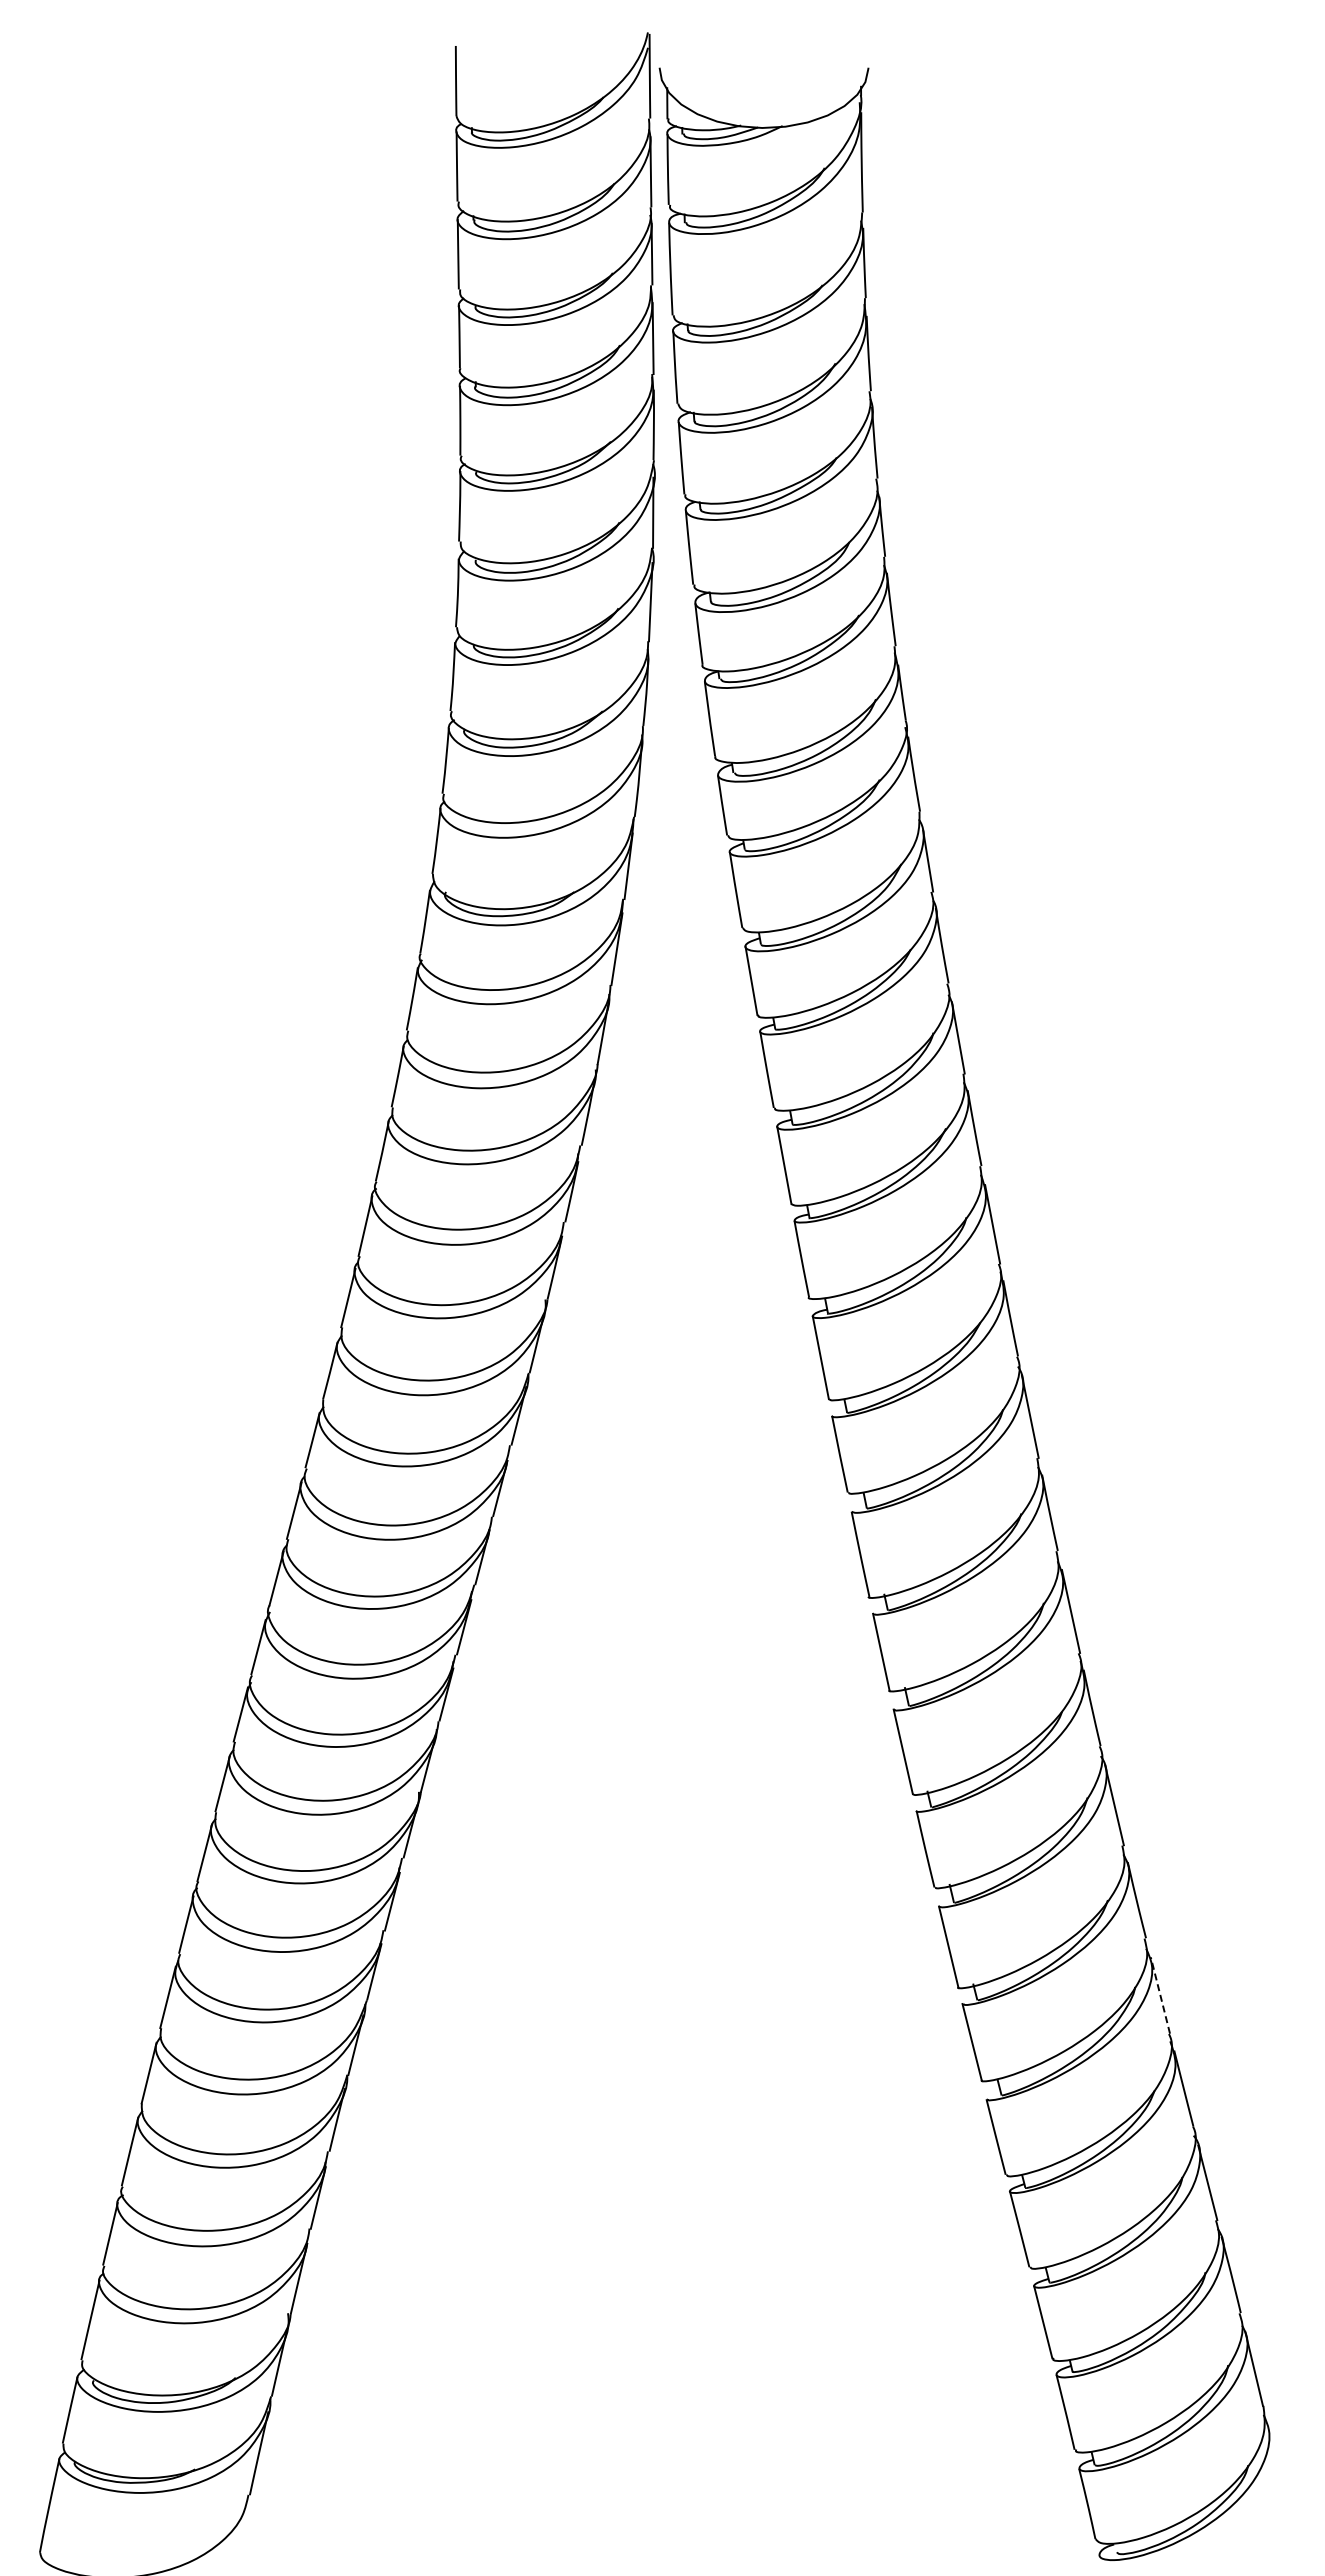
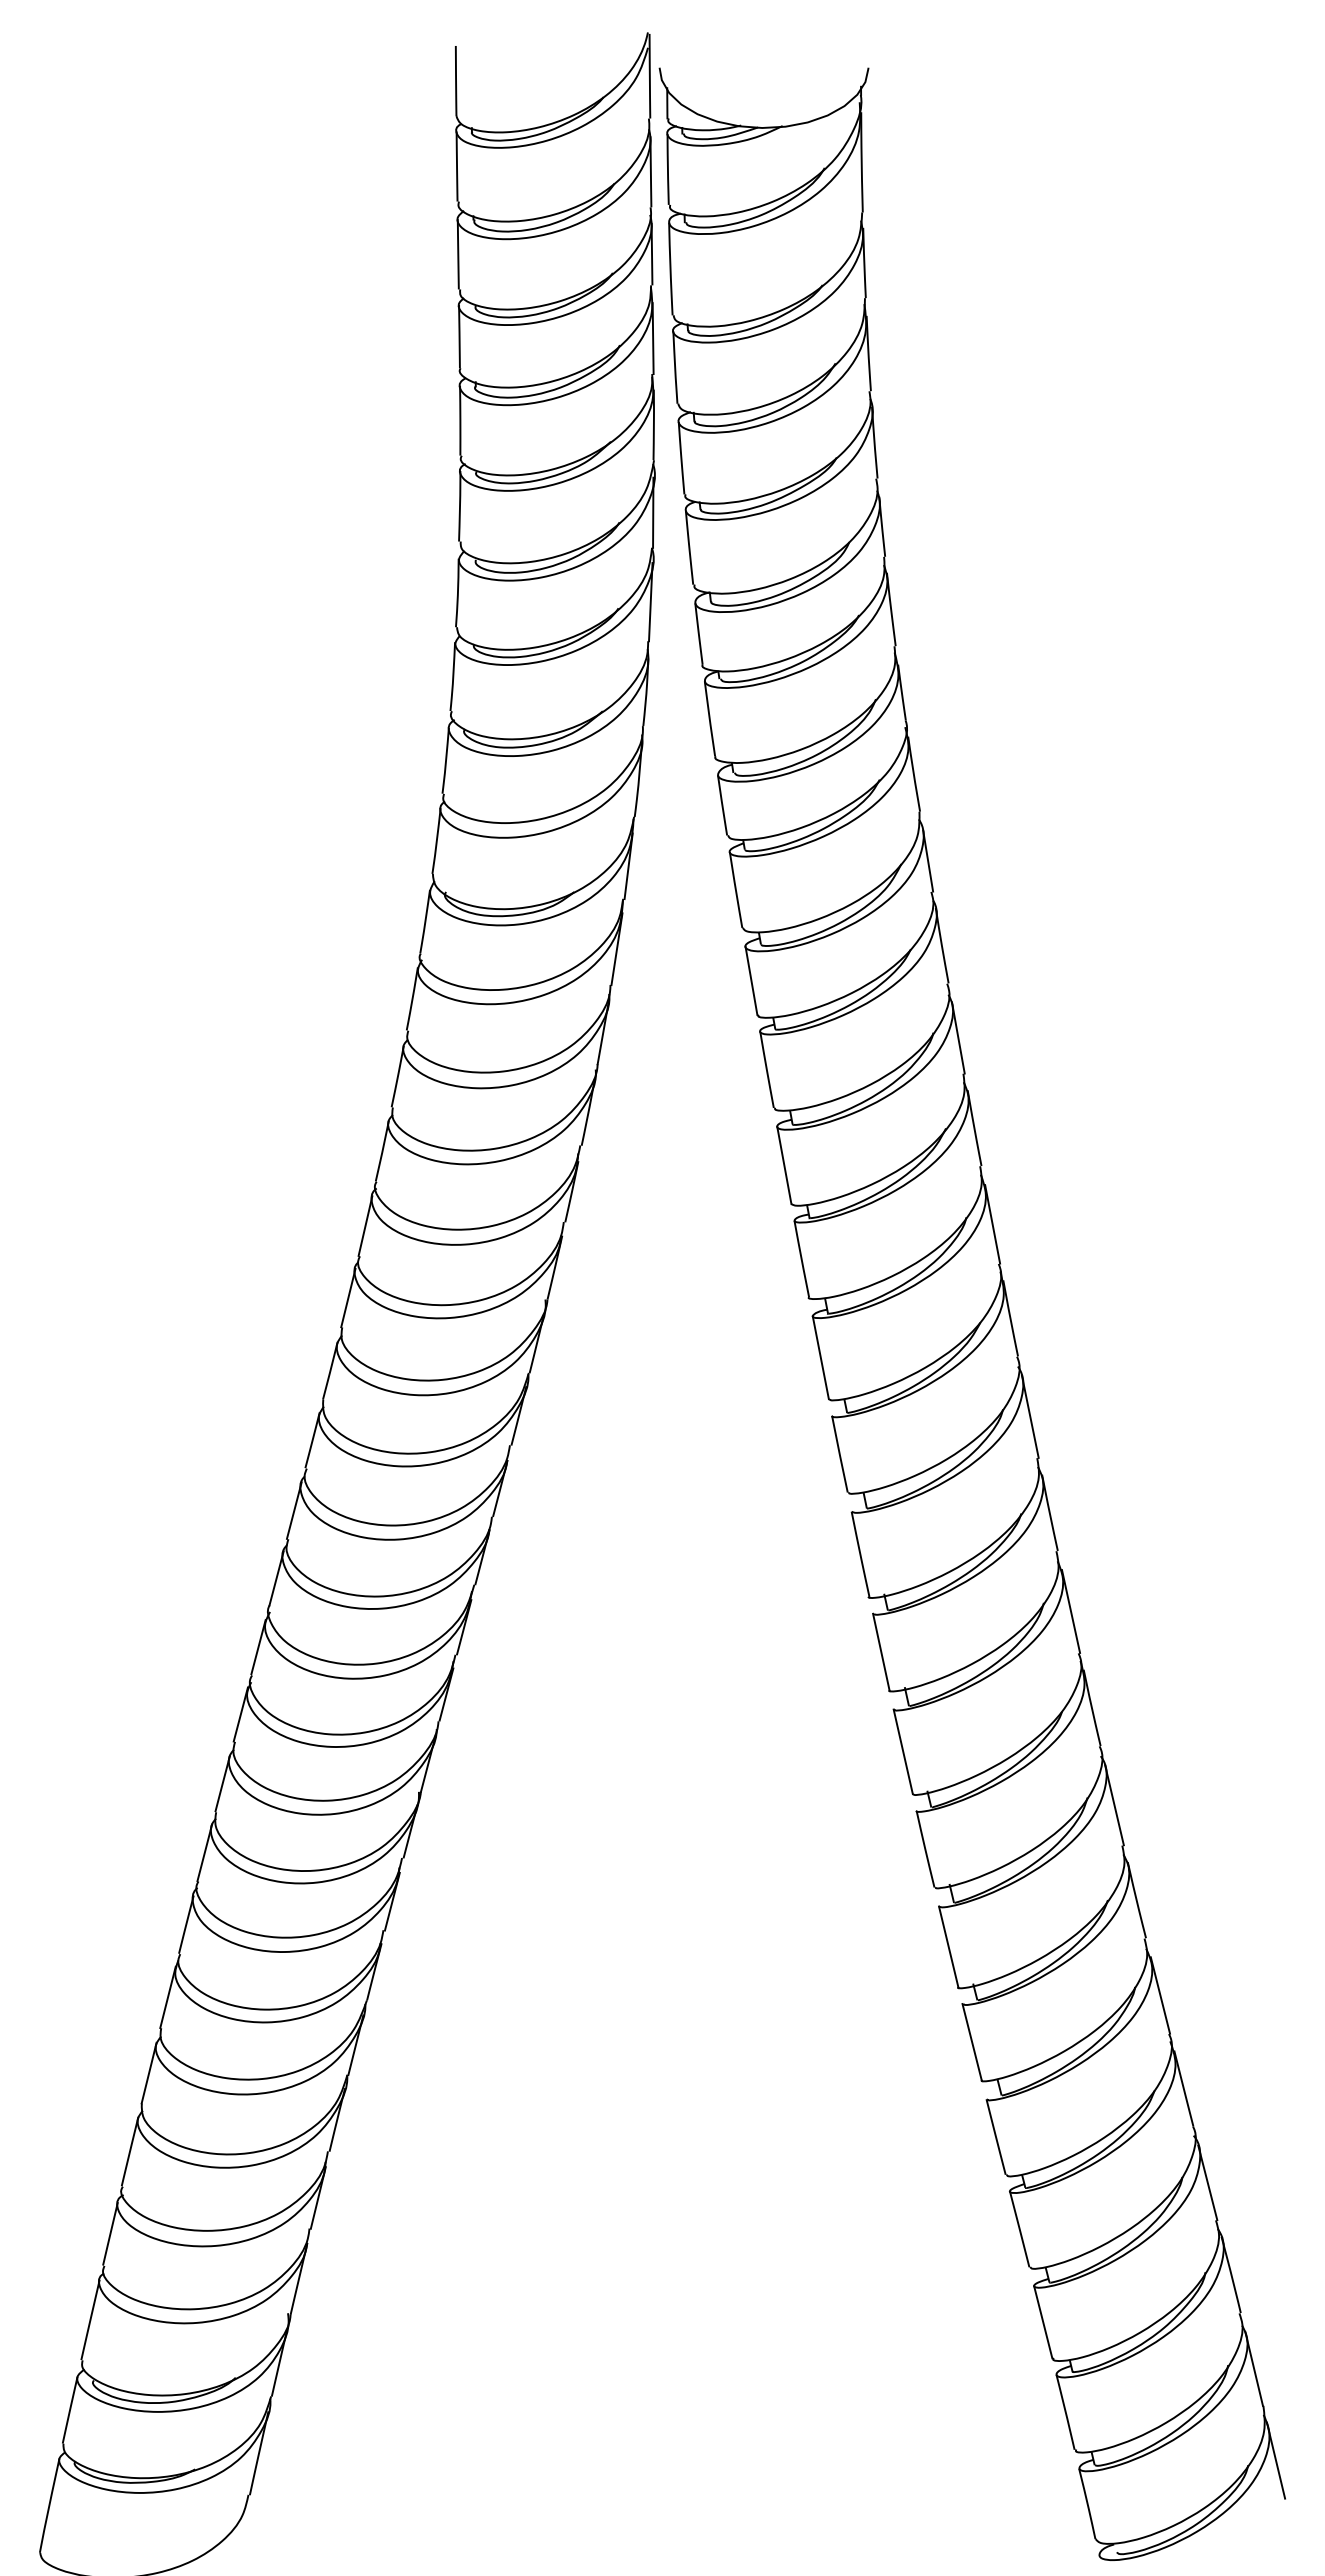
line at (1160, 1995): dashed -> solid
line at (1275, 2460): none -> present
